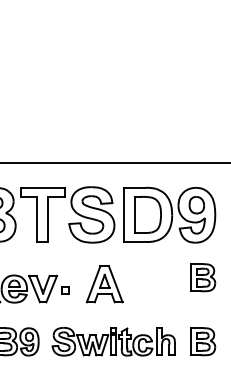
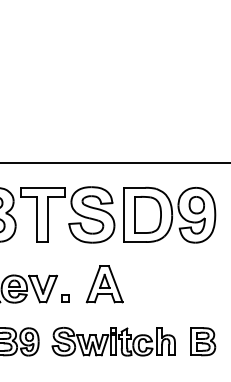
part at (203, 277): present -> none
part at (65, 290) position: (65, 290) -> (65, 298)
